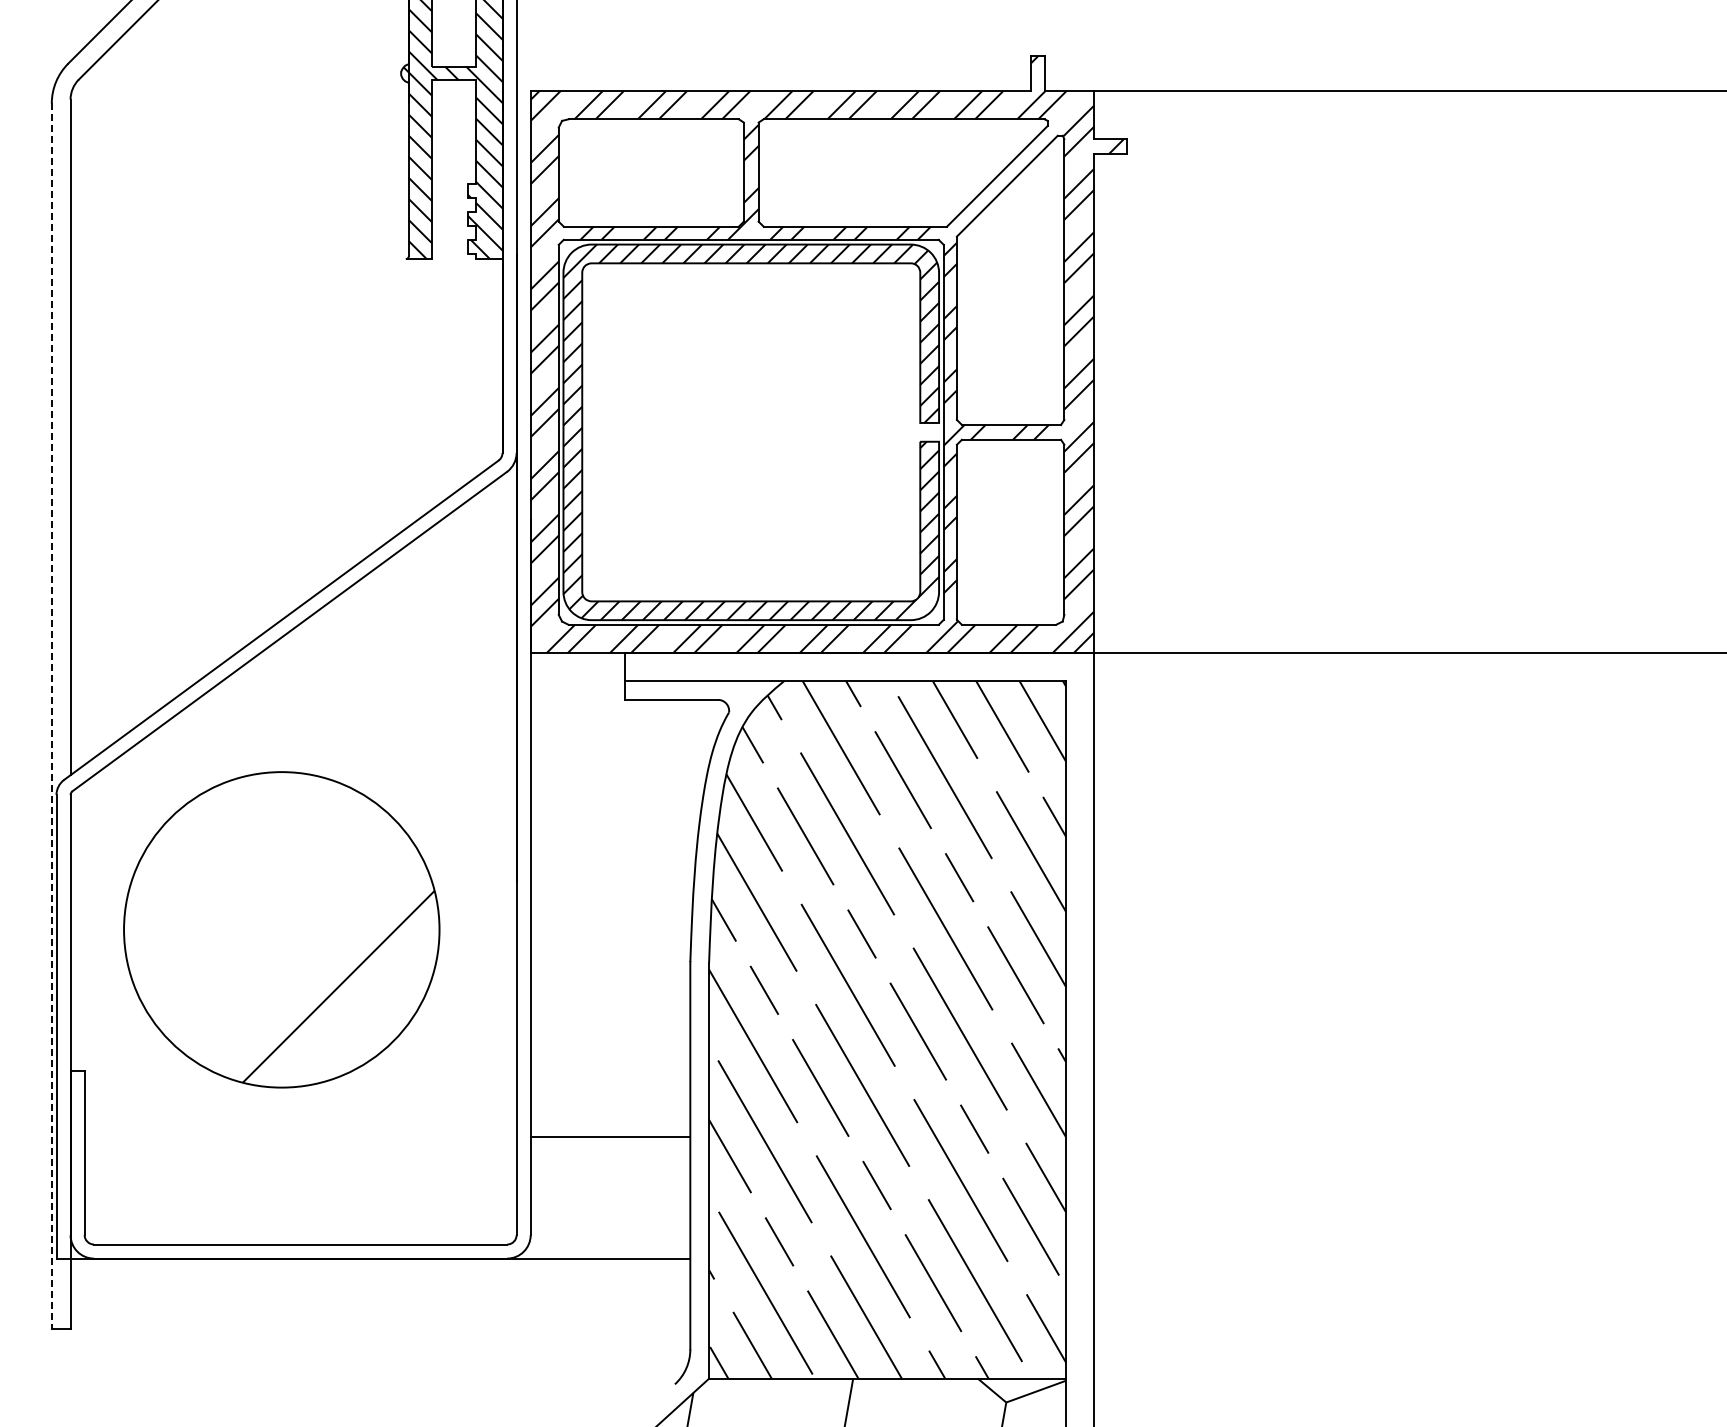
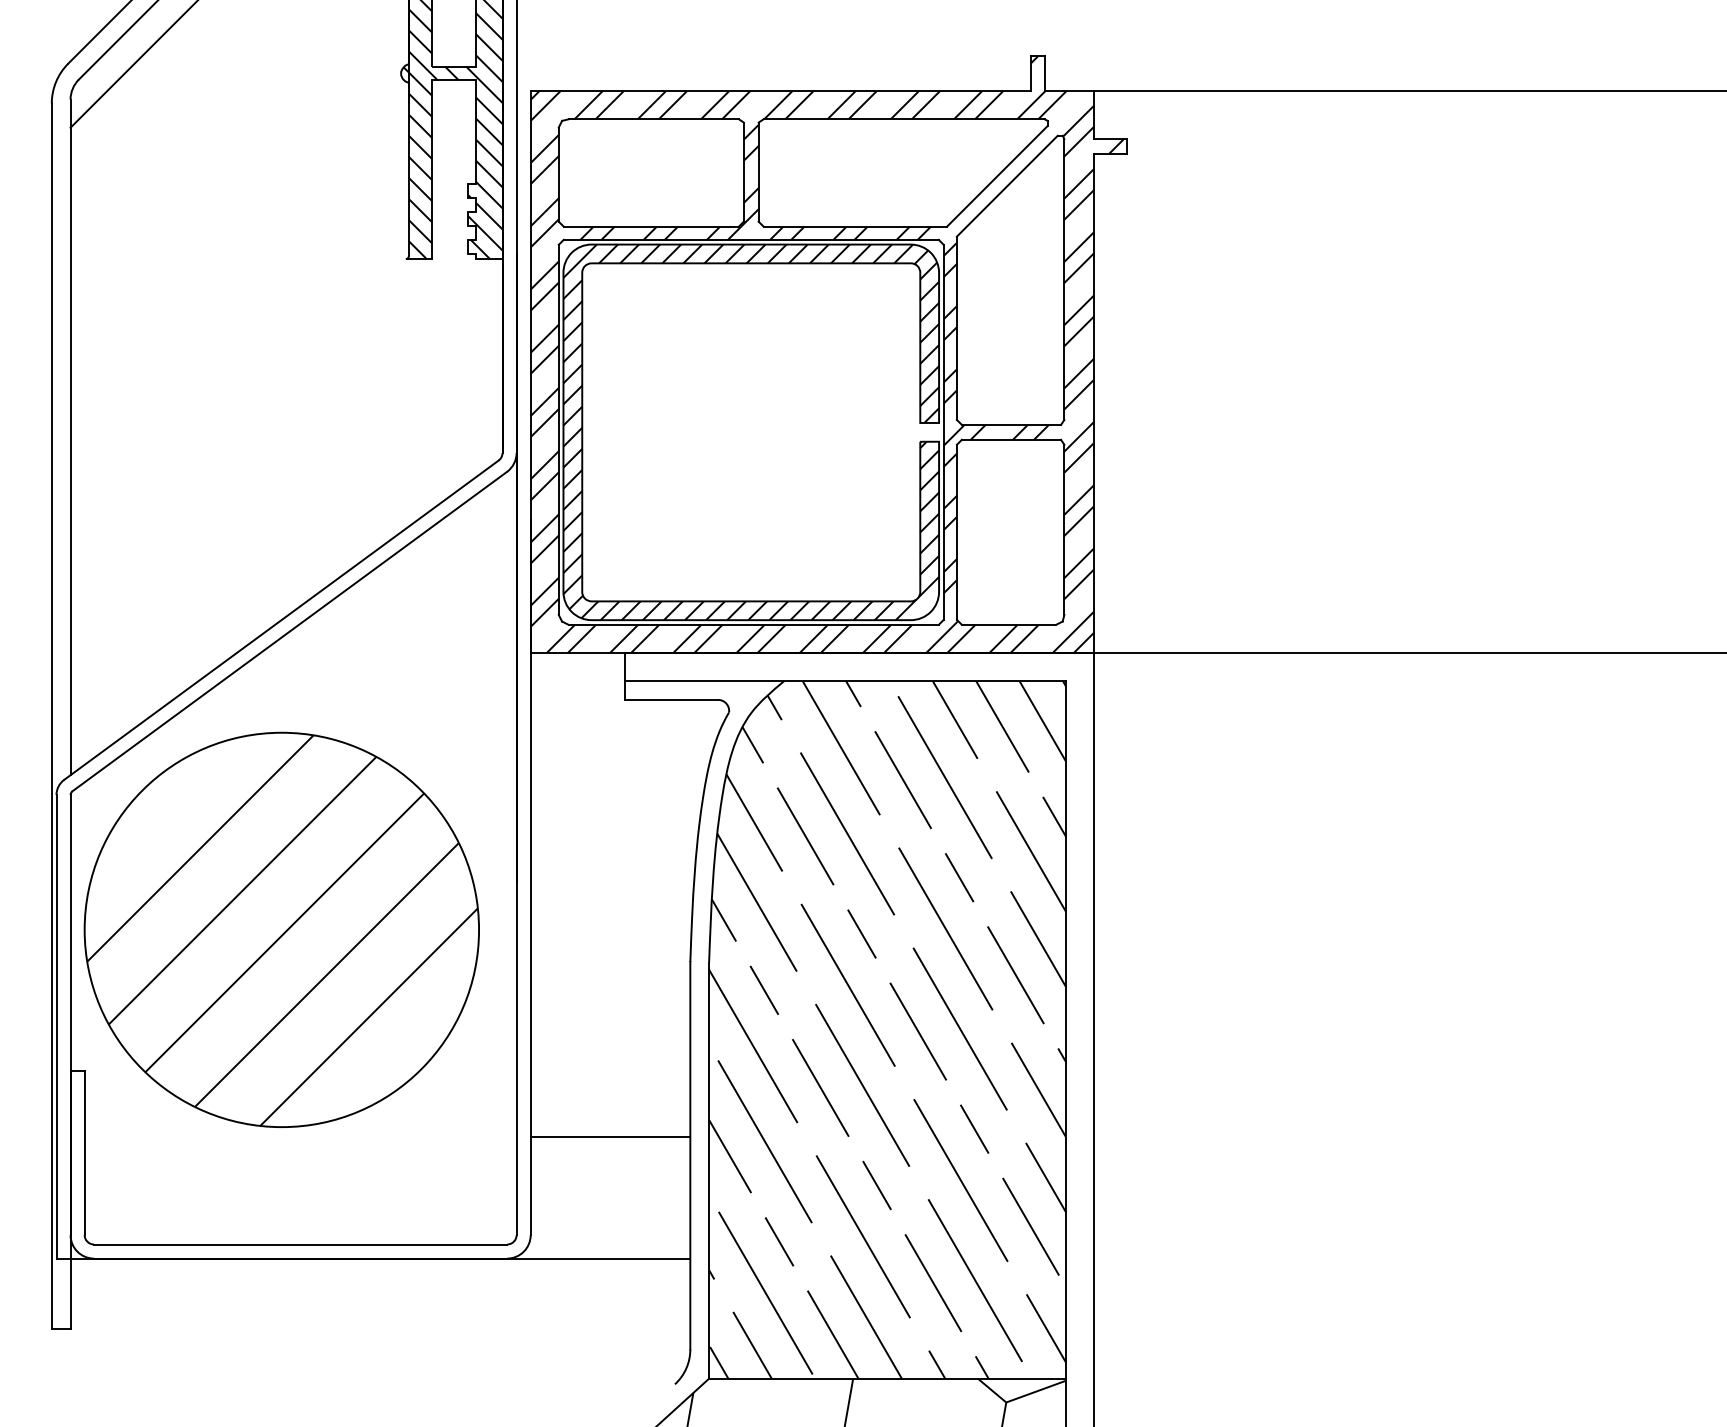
line at (132, 64): none -> present
line at (51, 716): dashed -> solid
part at (281, 929) size: 318x318 px -> 397x397 px
